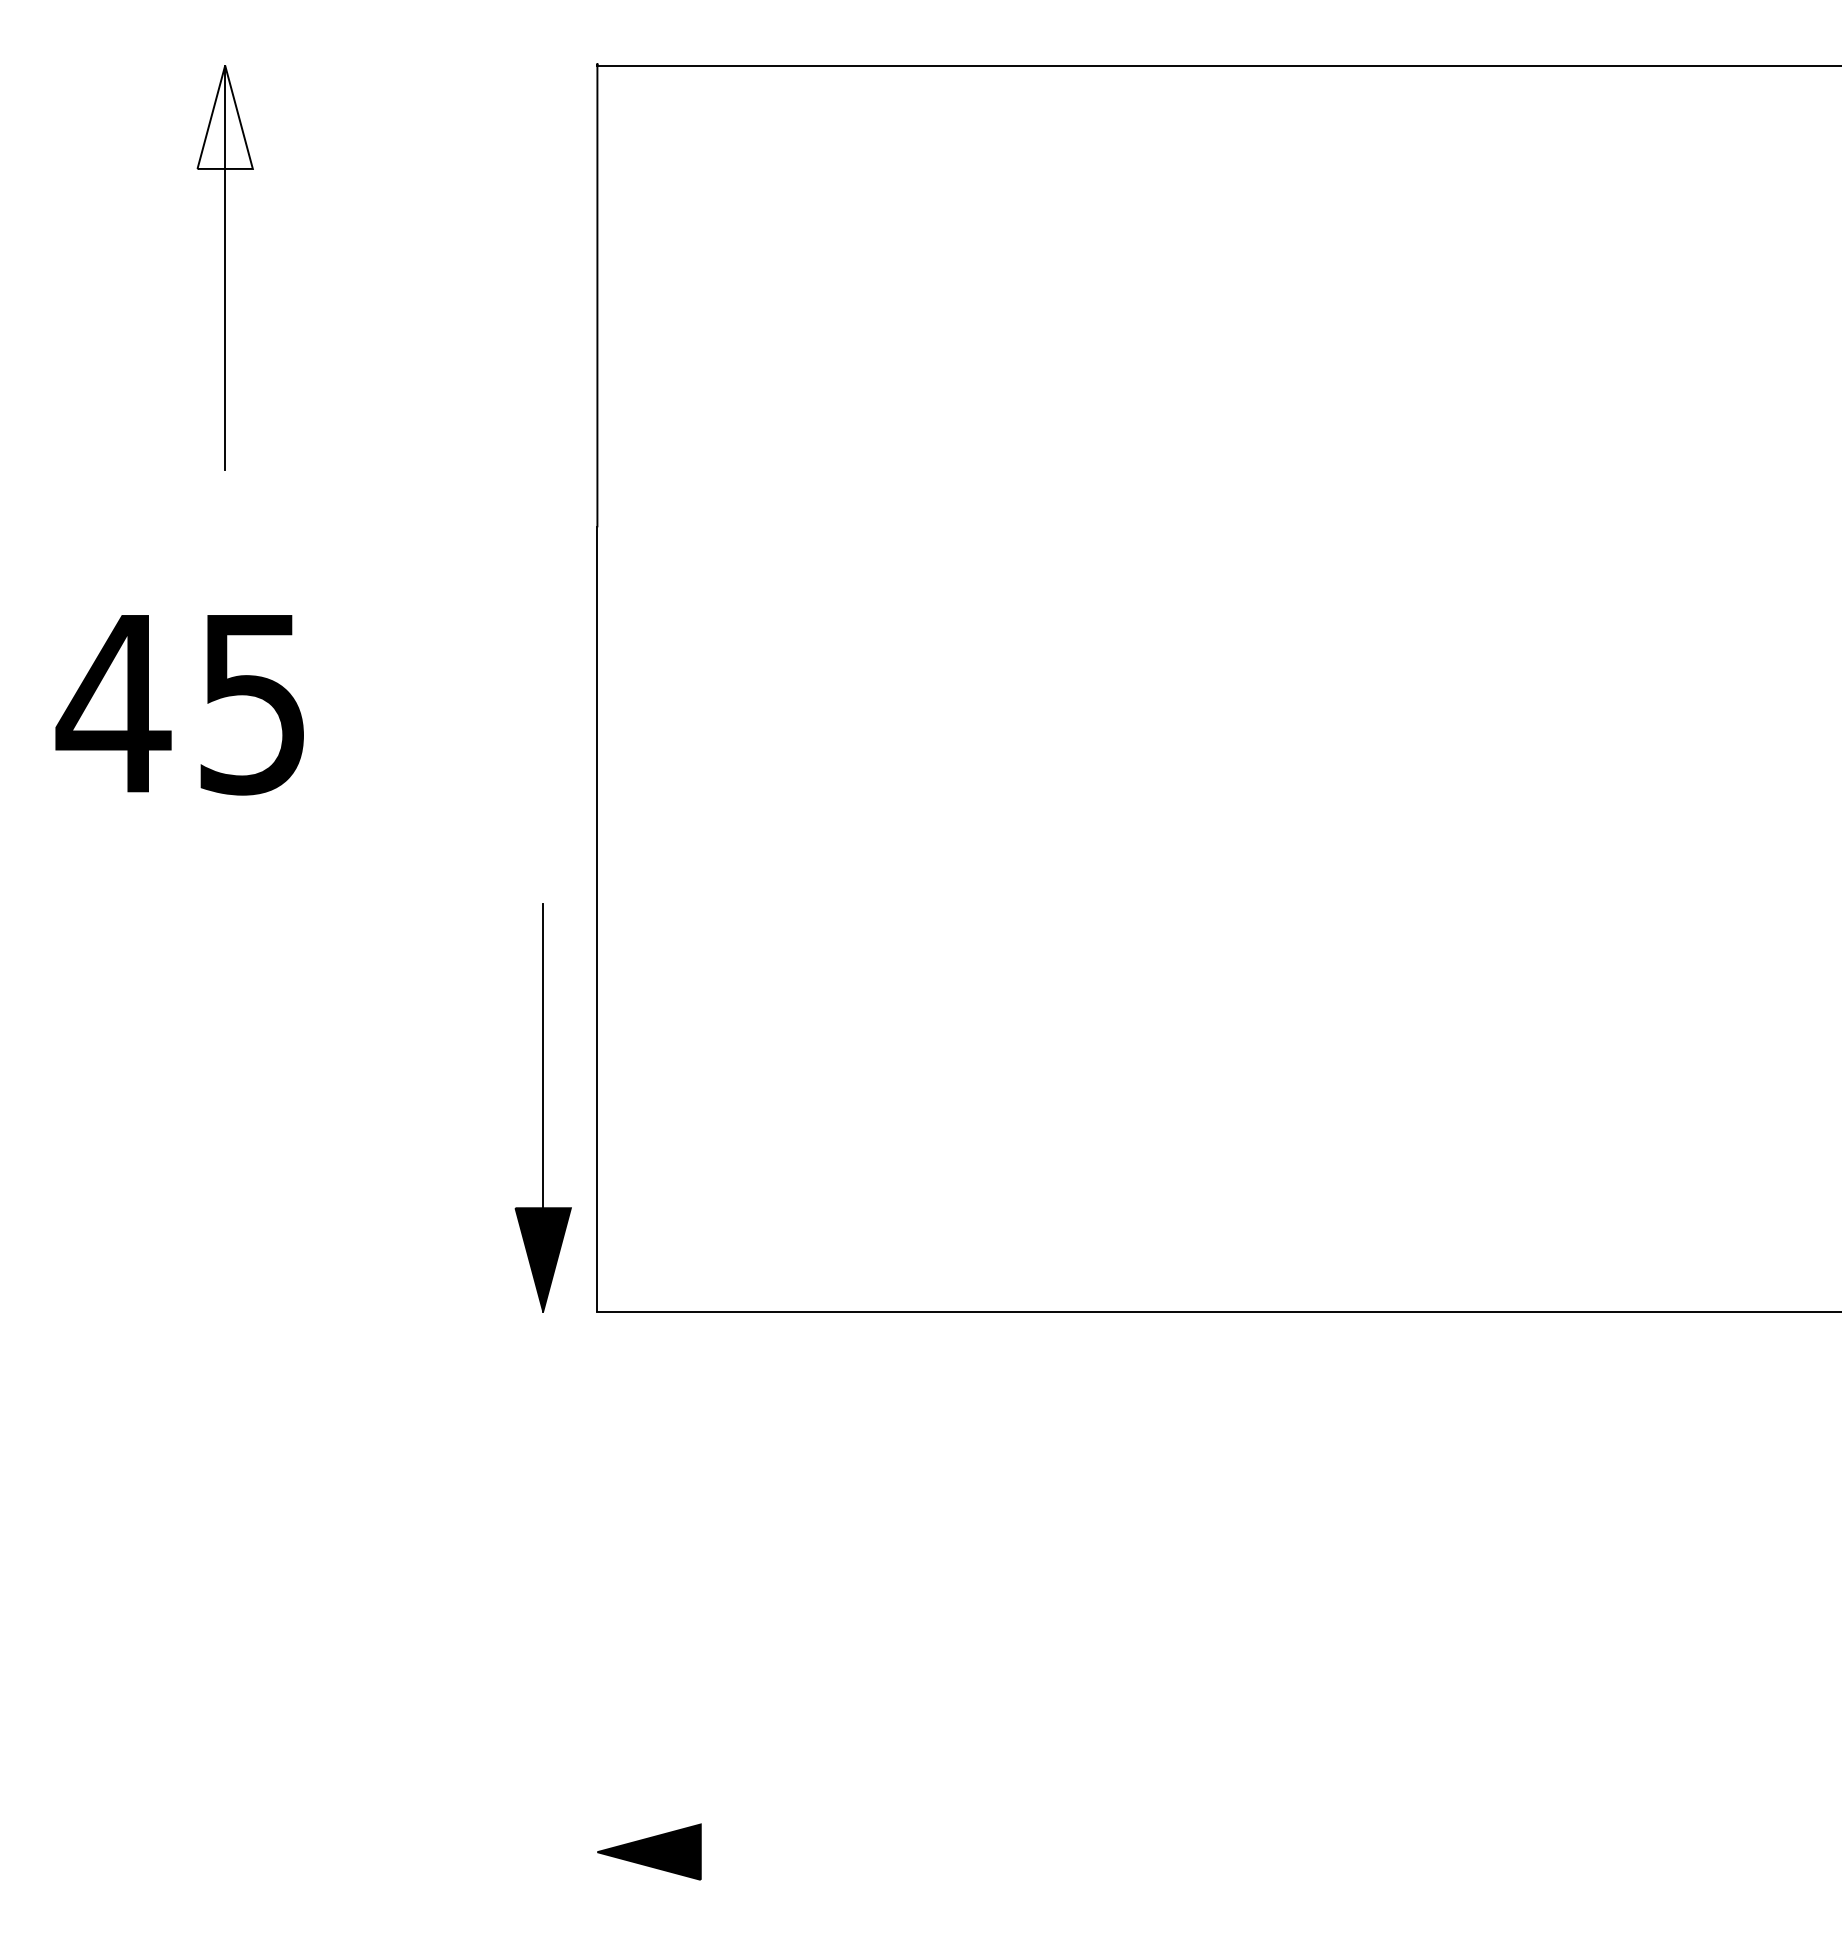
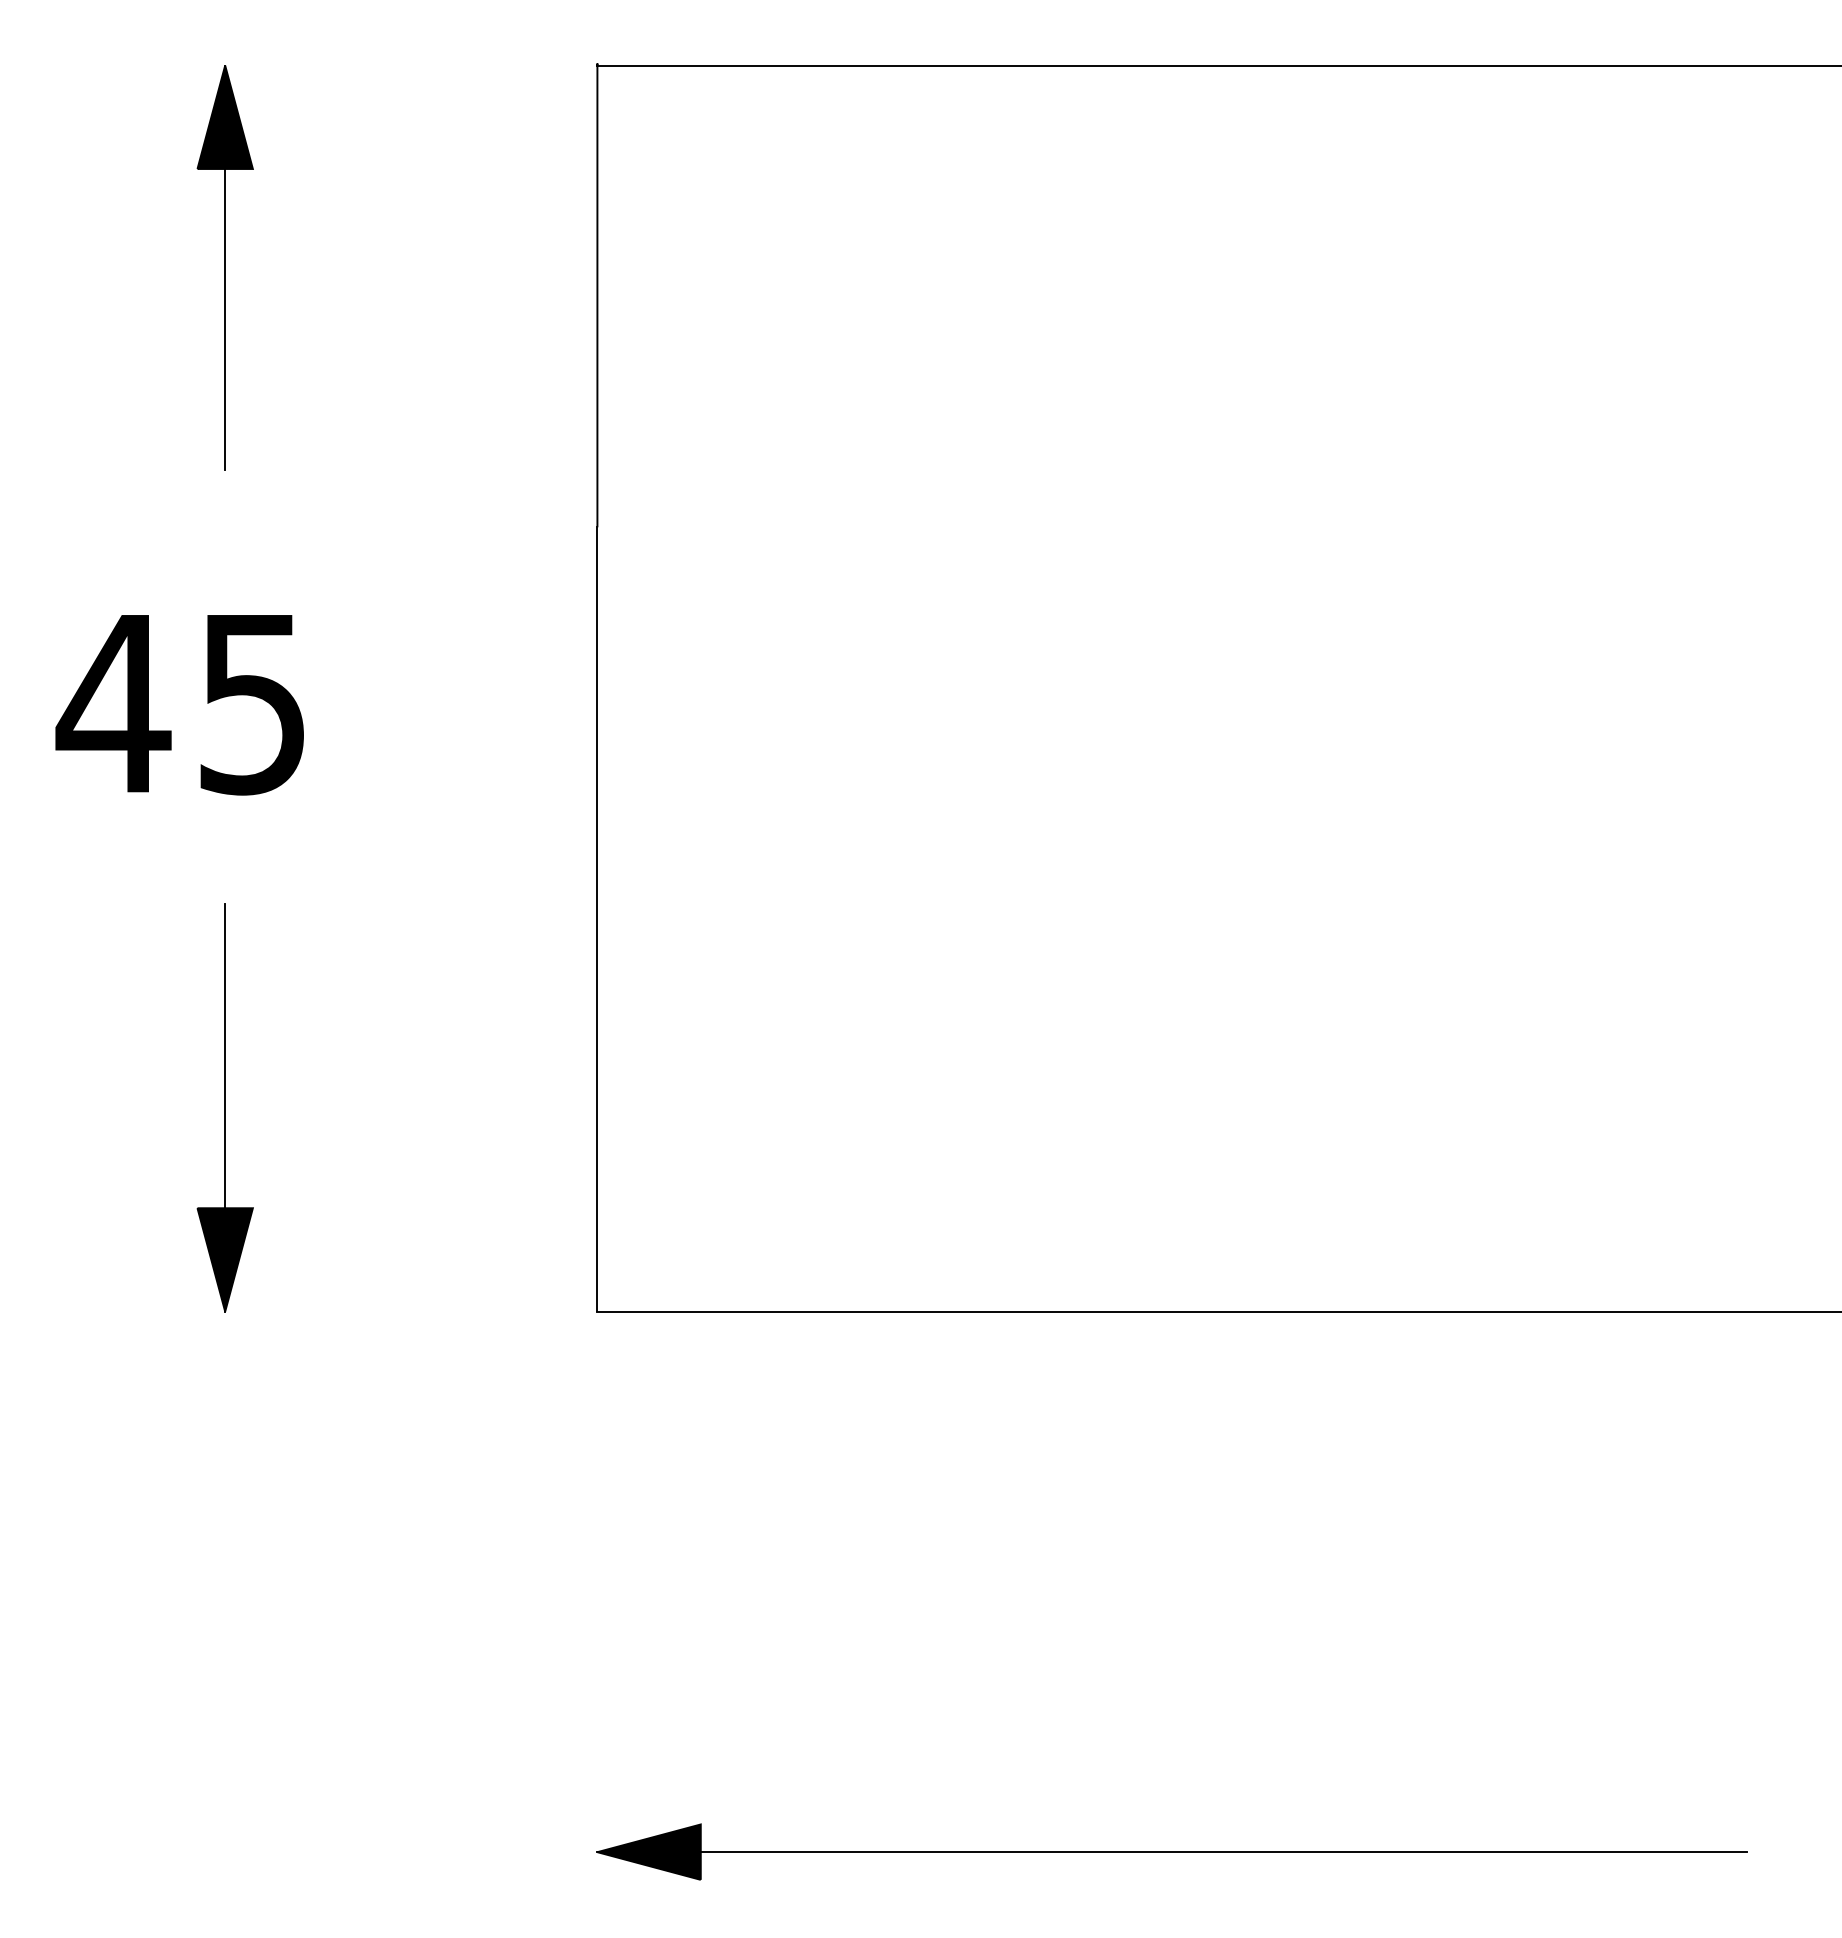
fill at (224, 116): none -> present
part at (542, 1107) position: (542, 1107) -> (224, 1107)
line at (1172, 1852): none -> present
